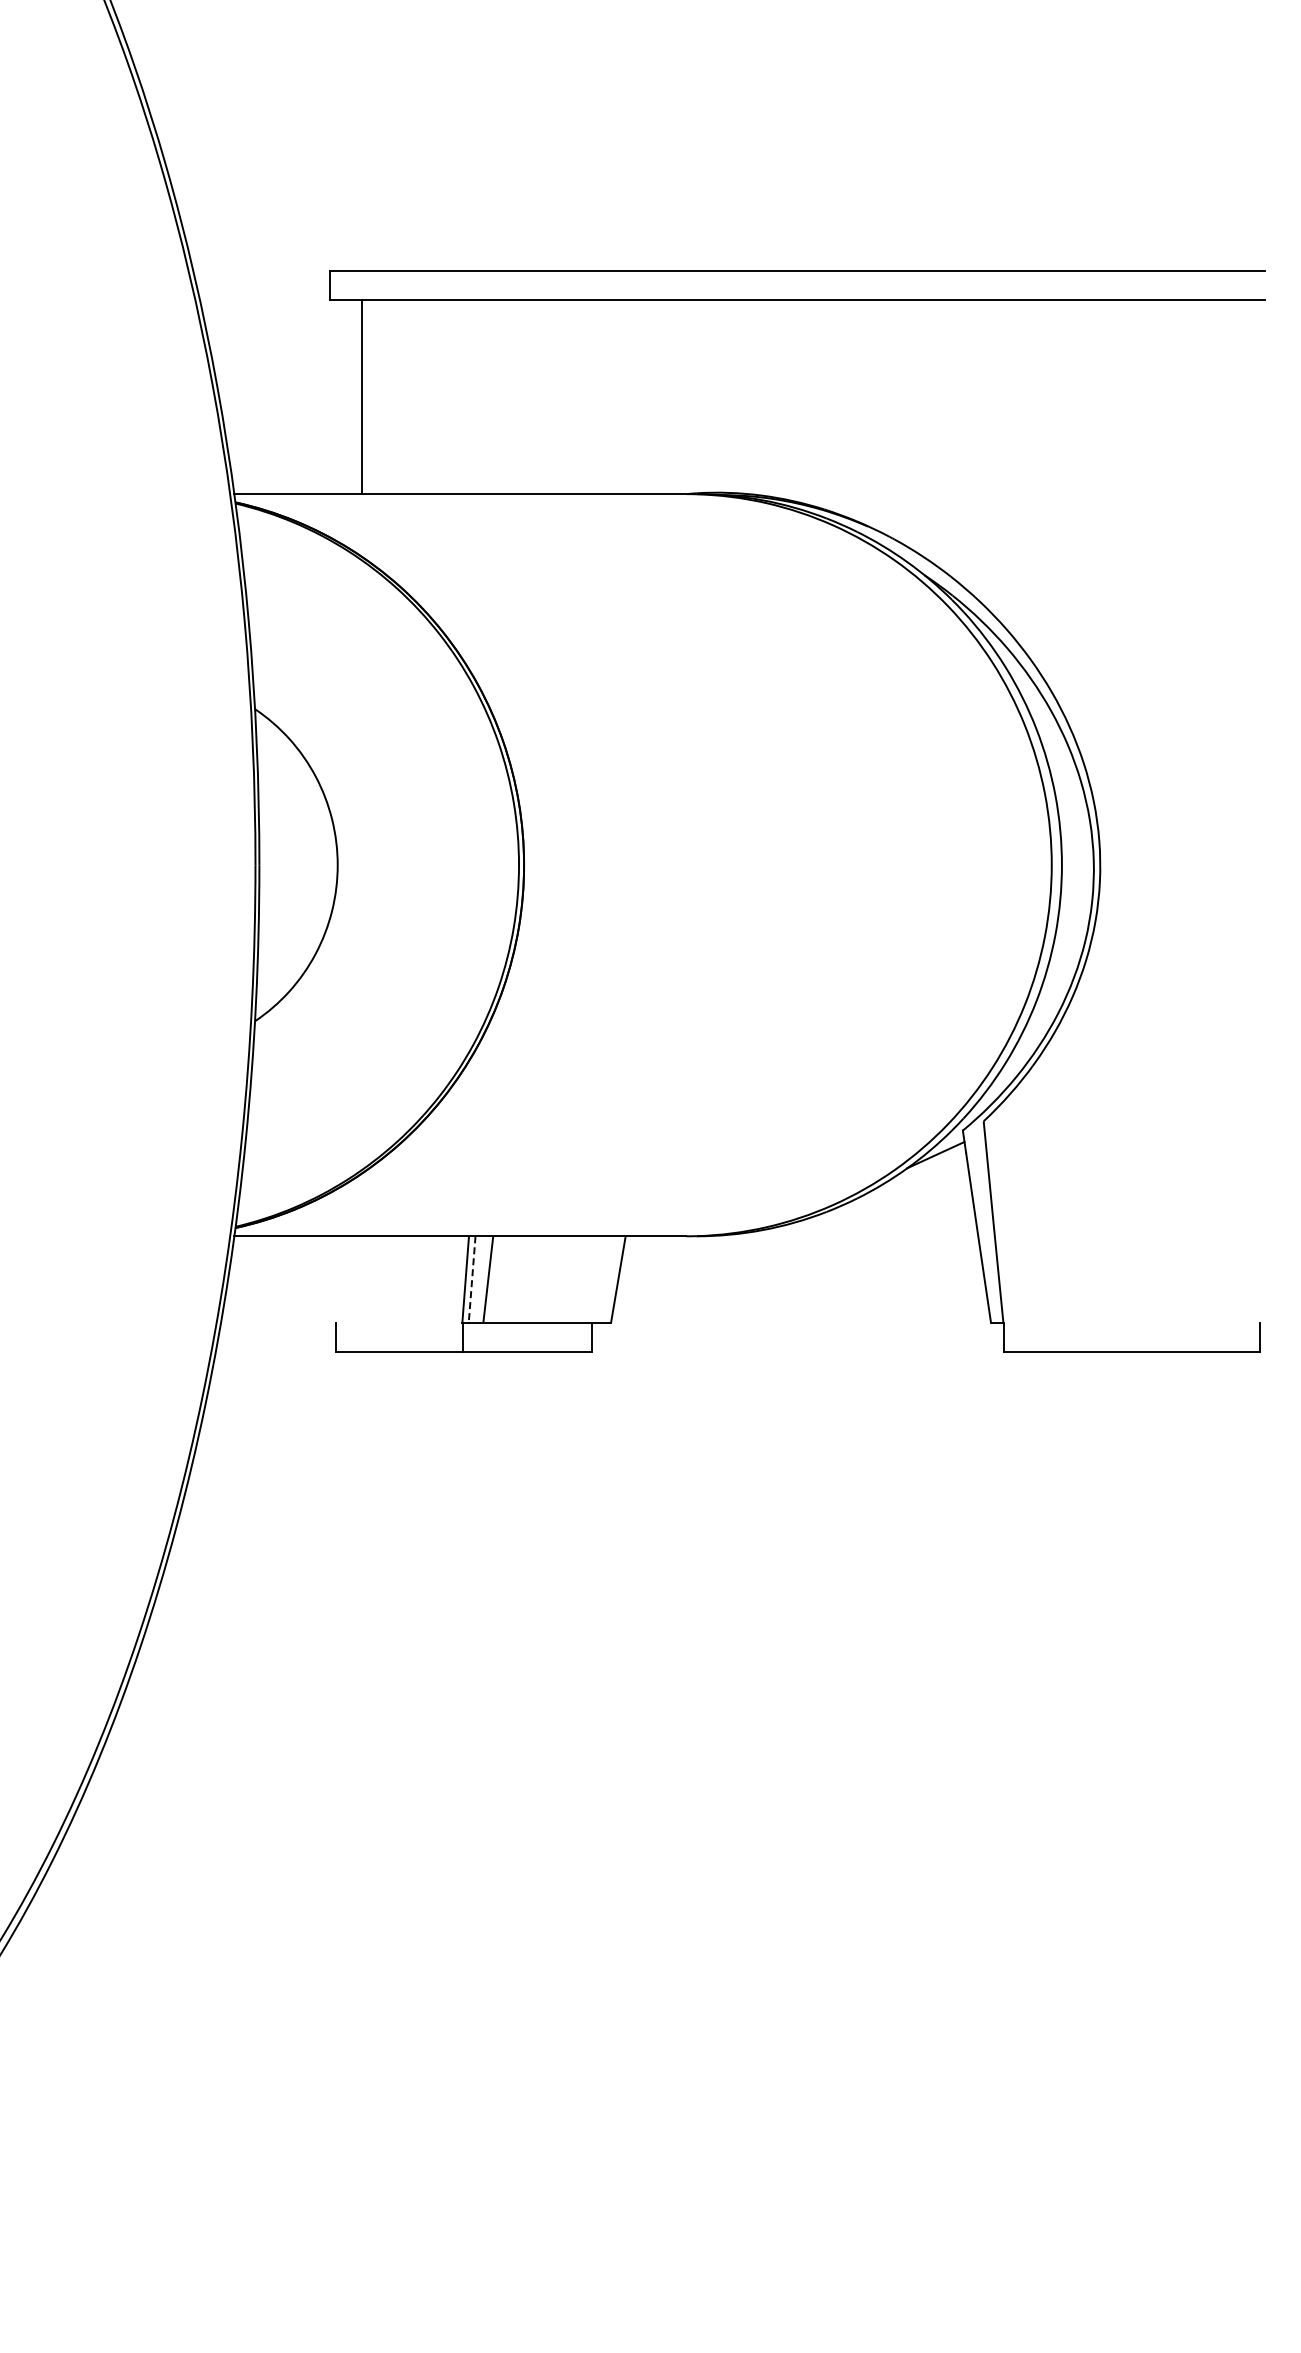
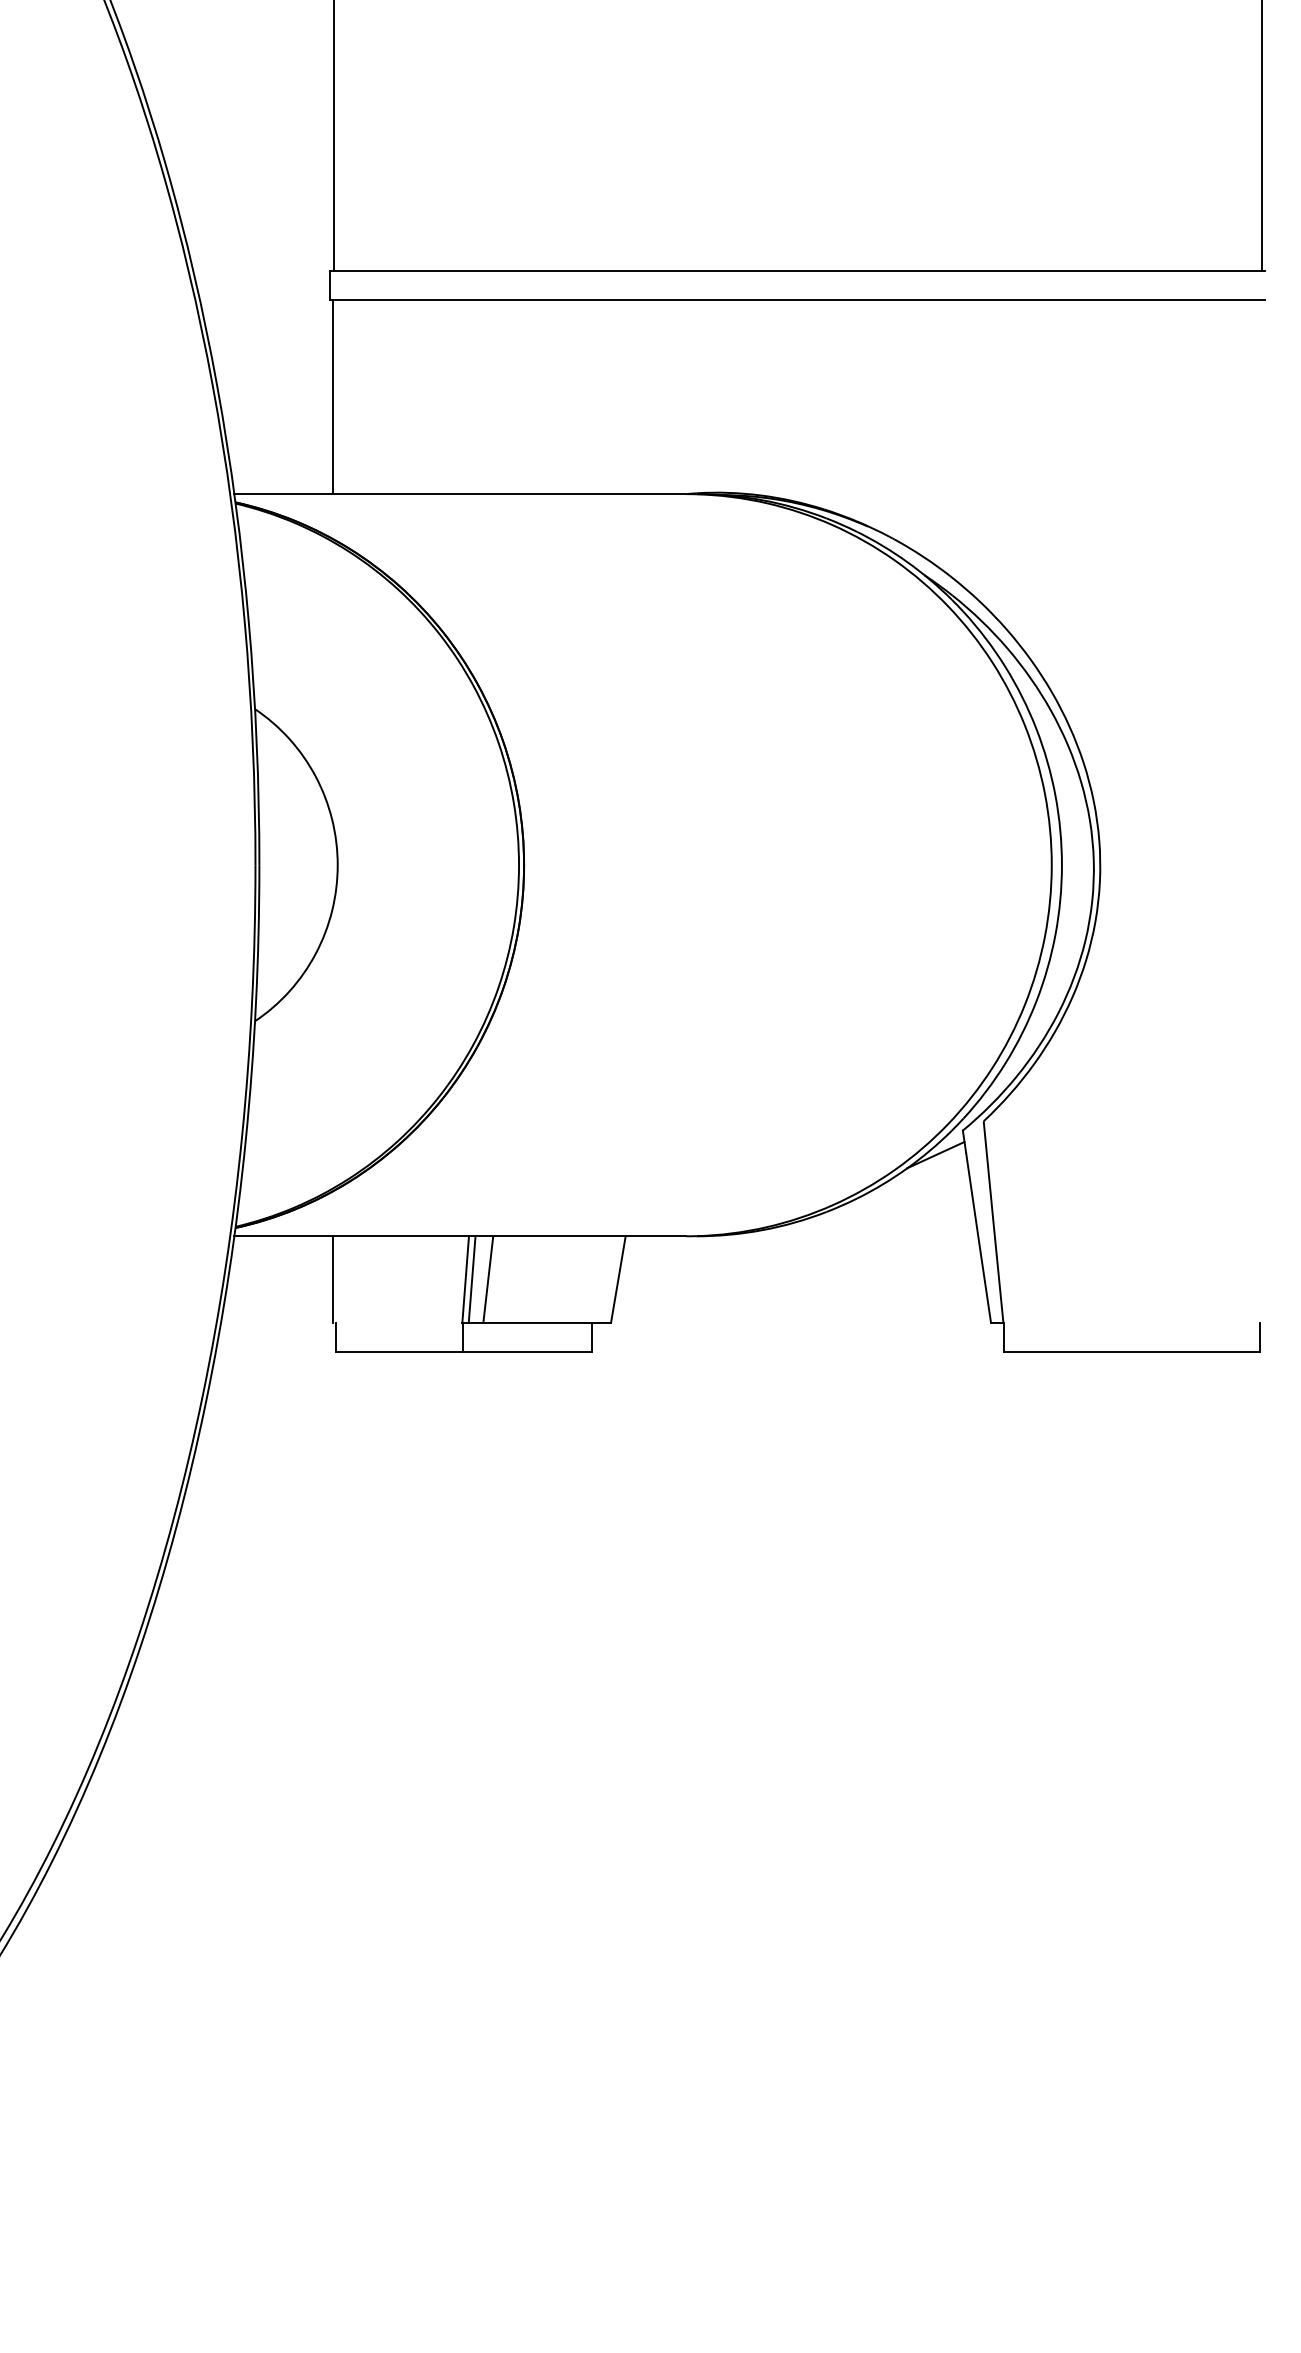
line at (334, 136): none -> present
line at (1261, 136): none -> present
line at (362, 396) position: (362, 396) -> (333, 396)
line at (333, 1279): none -> present
line at (472, 1279): dashed -> solid
